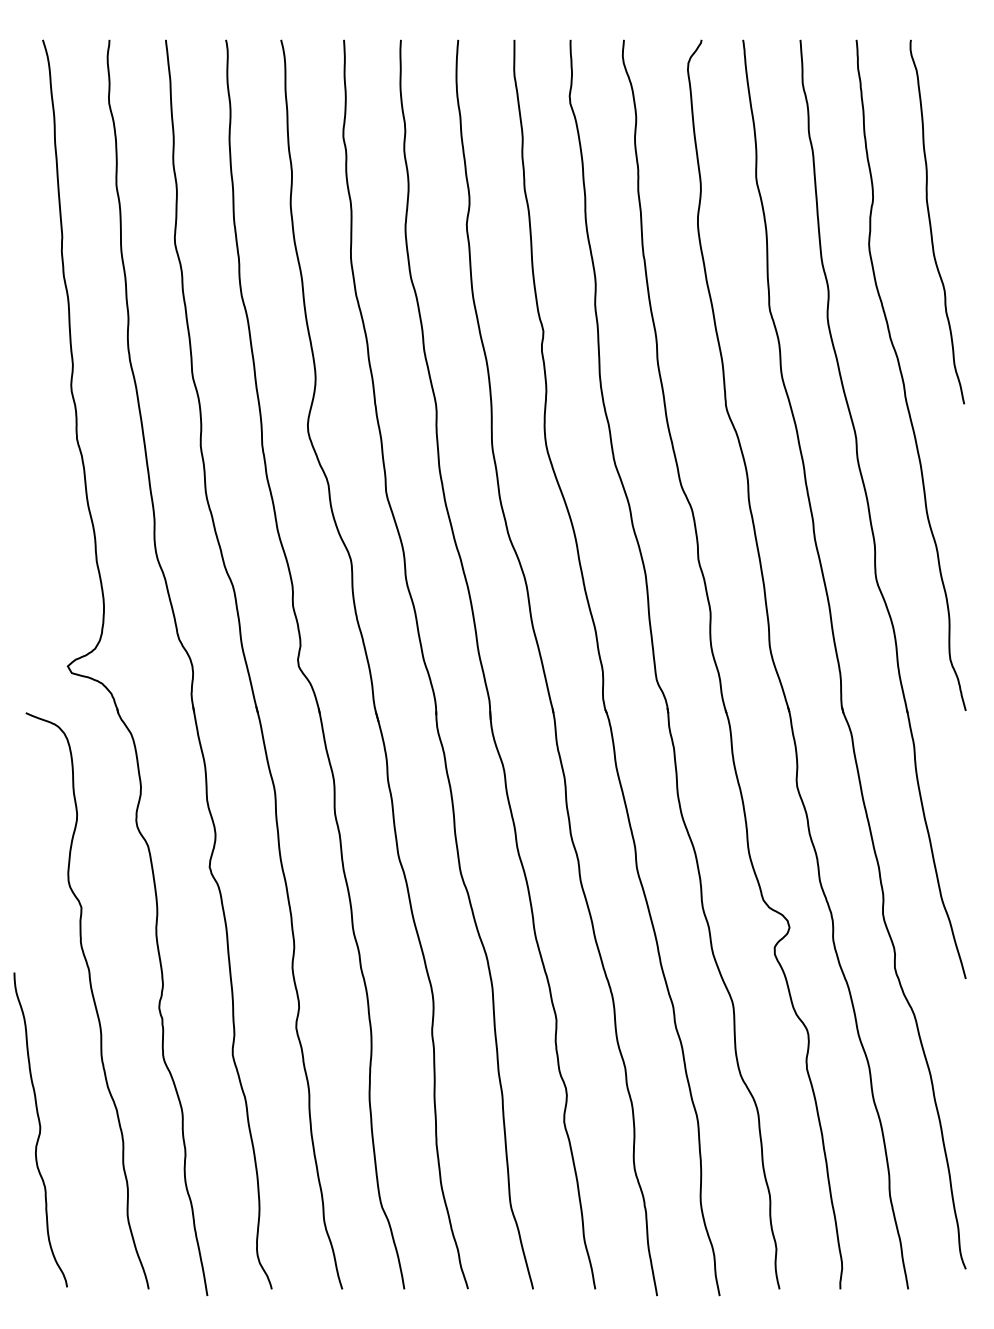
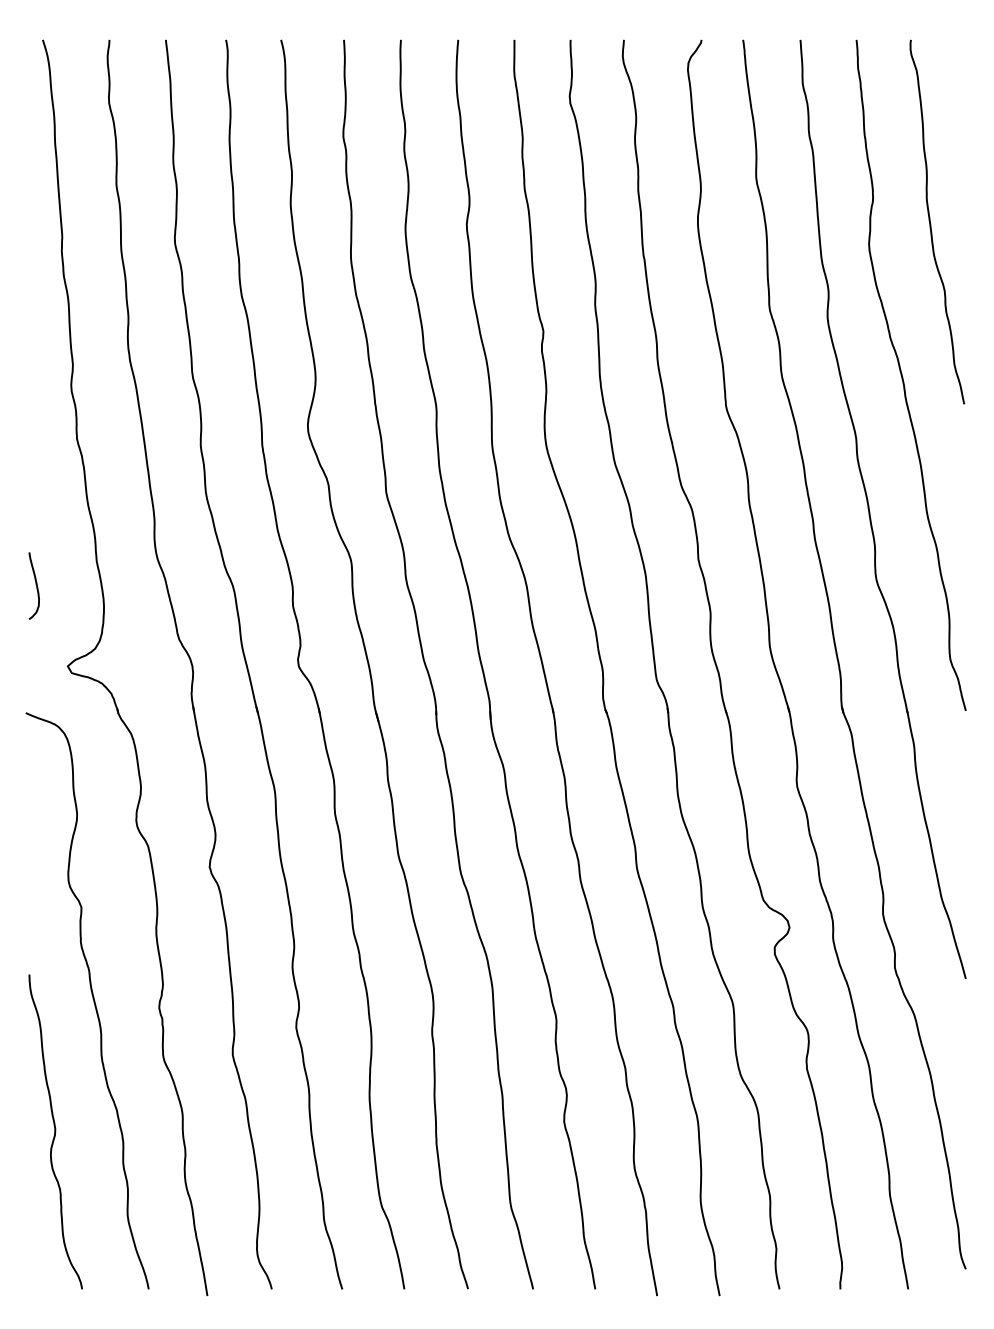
curve at (35, 584): none -> present
curve at (40, 1129) position: (40, 1129) -> (55, 1131)
